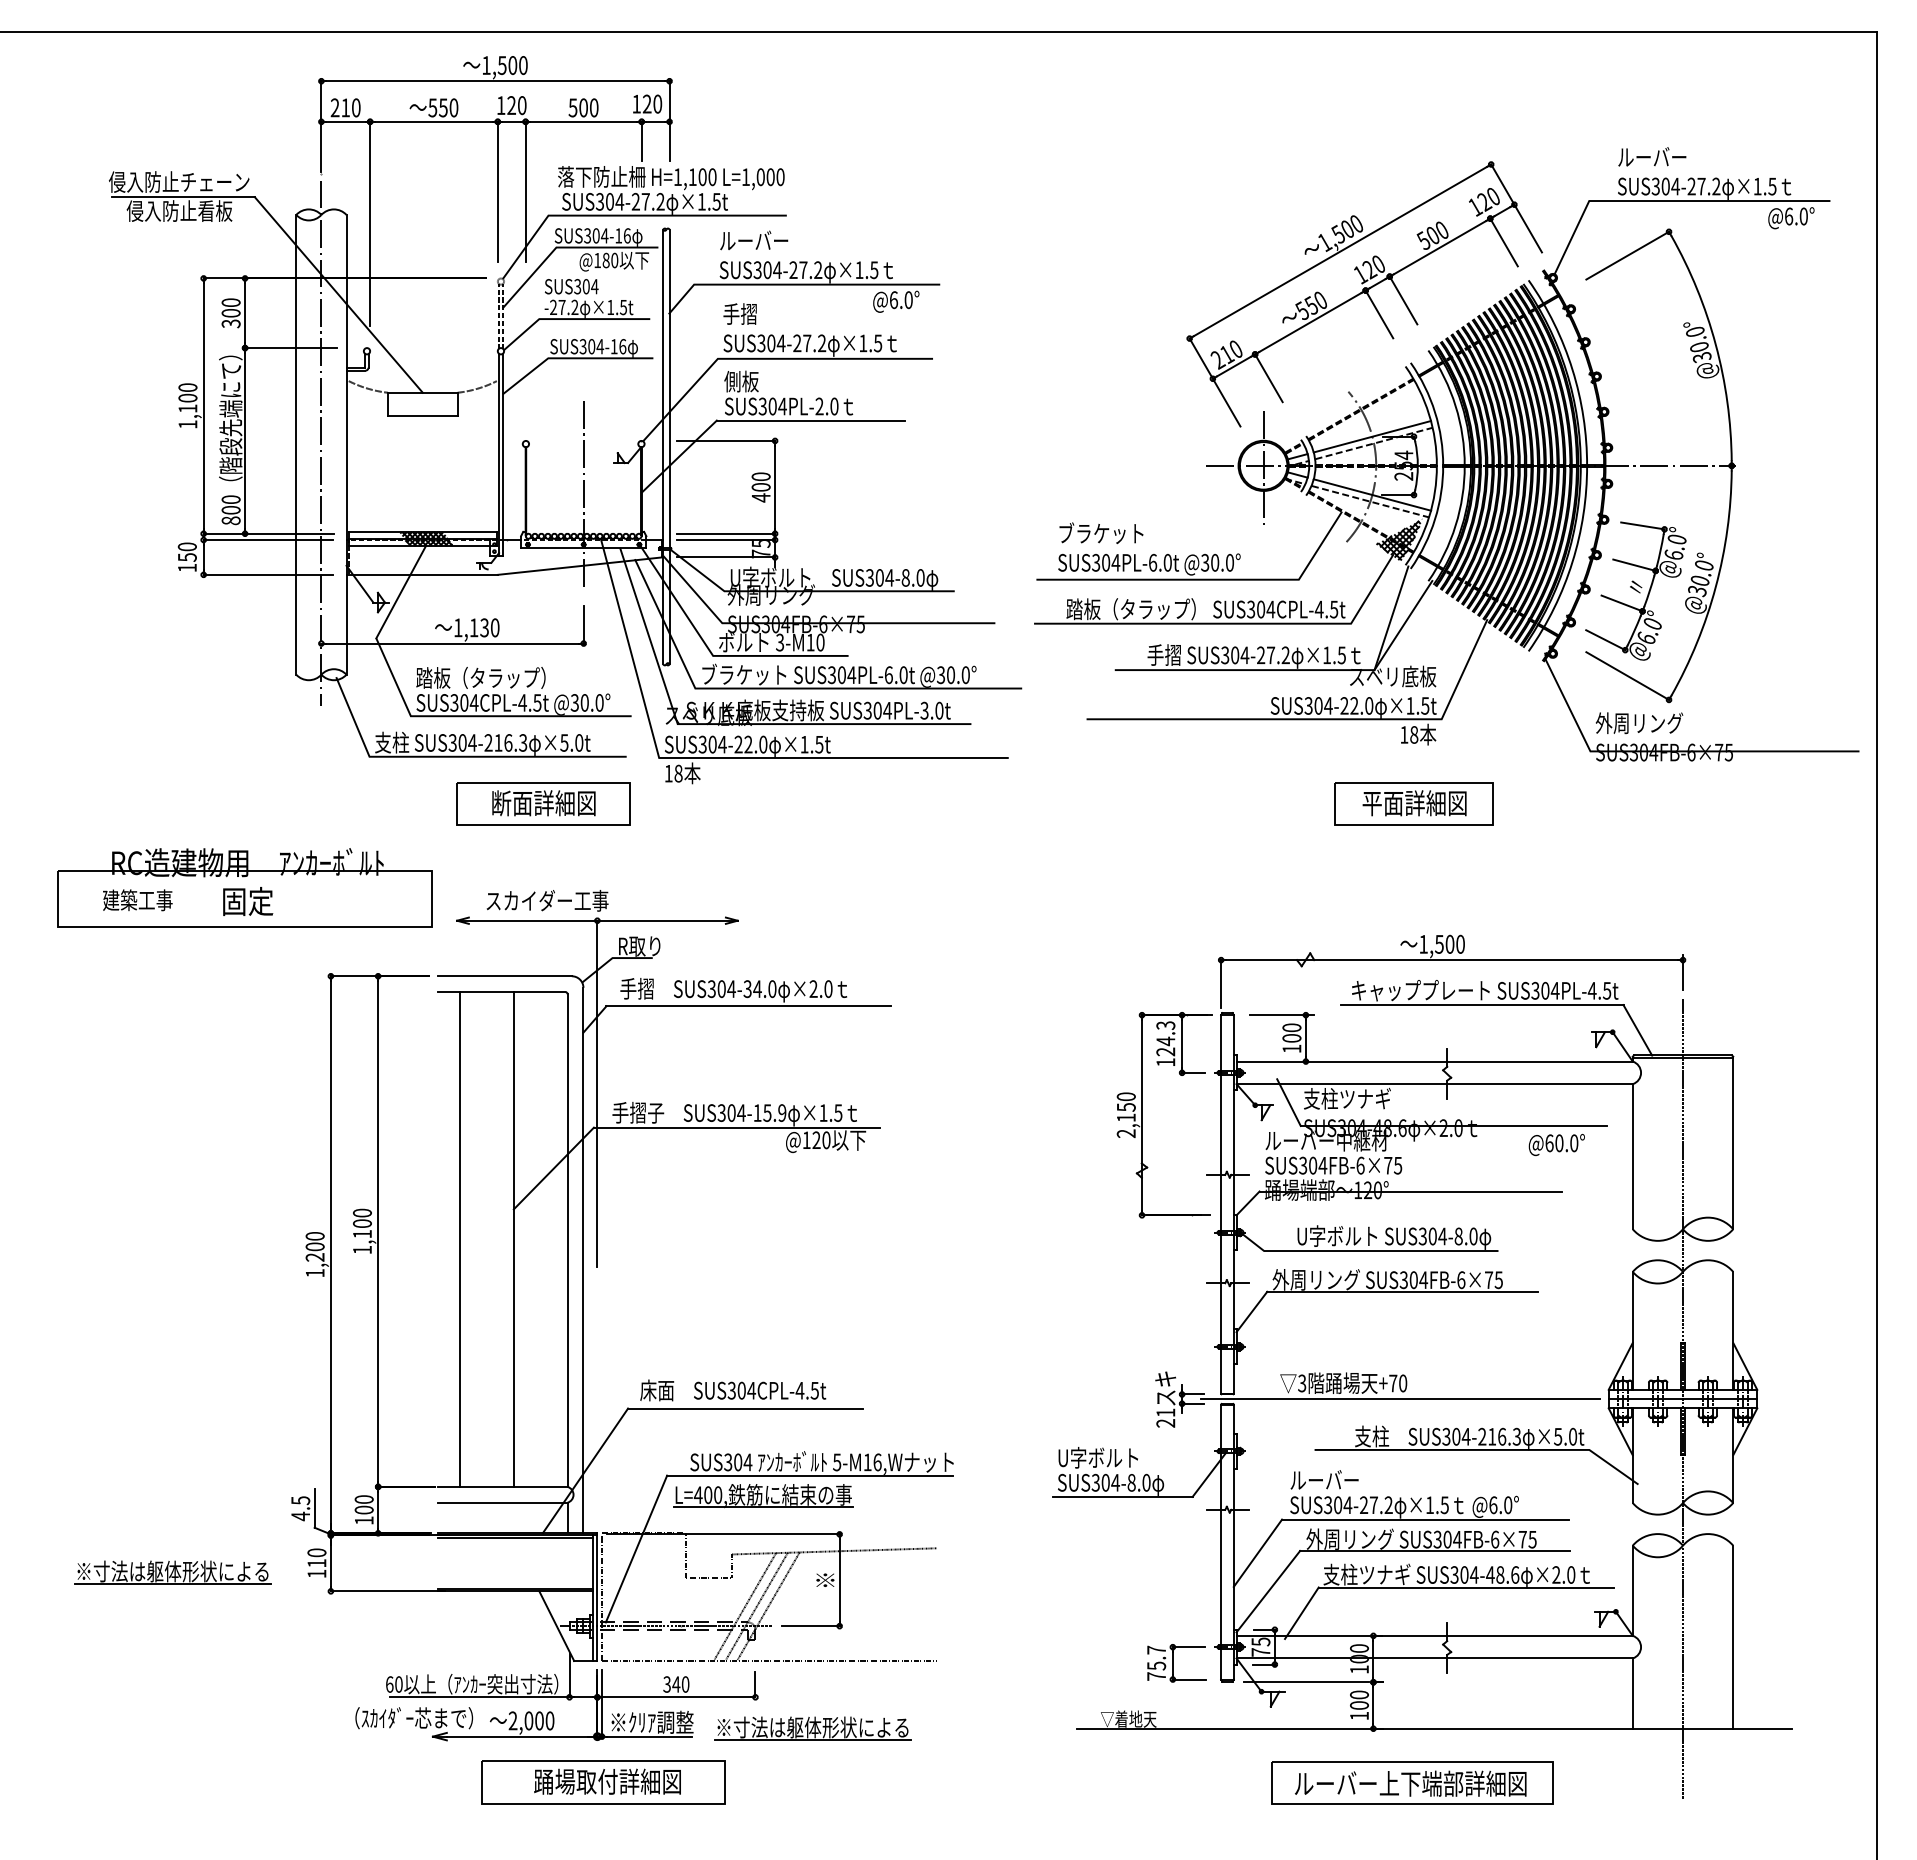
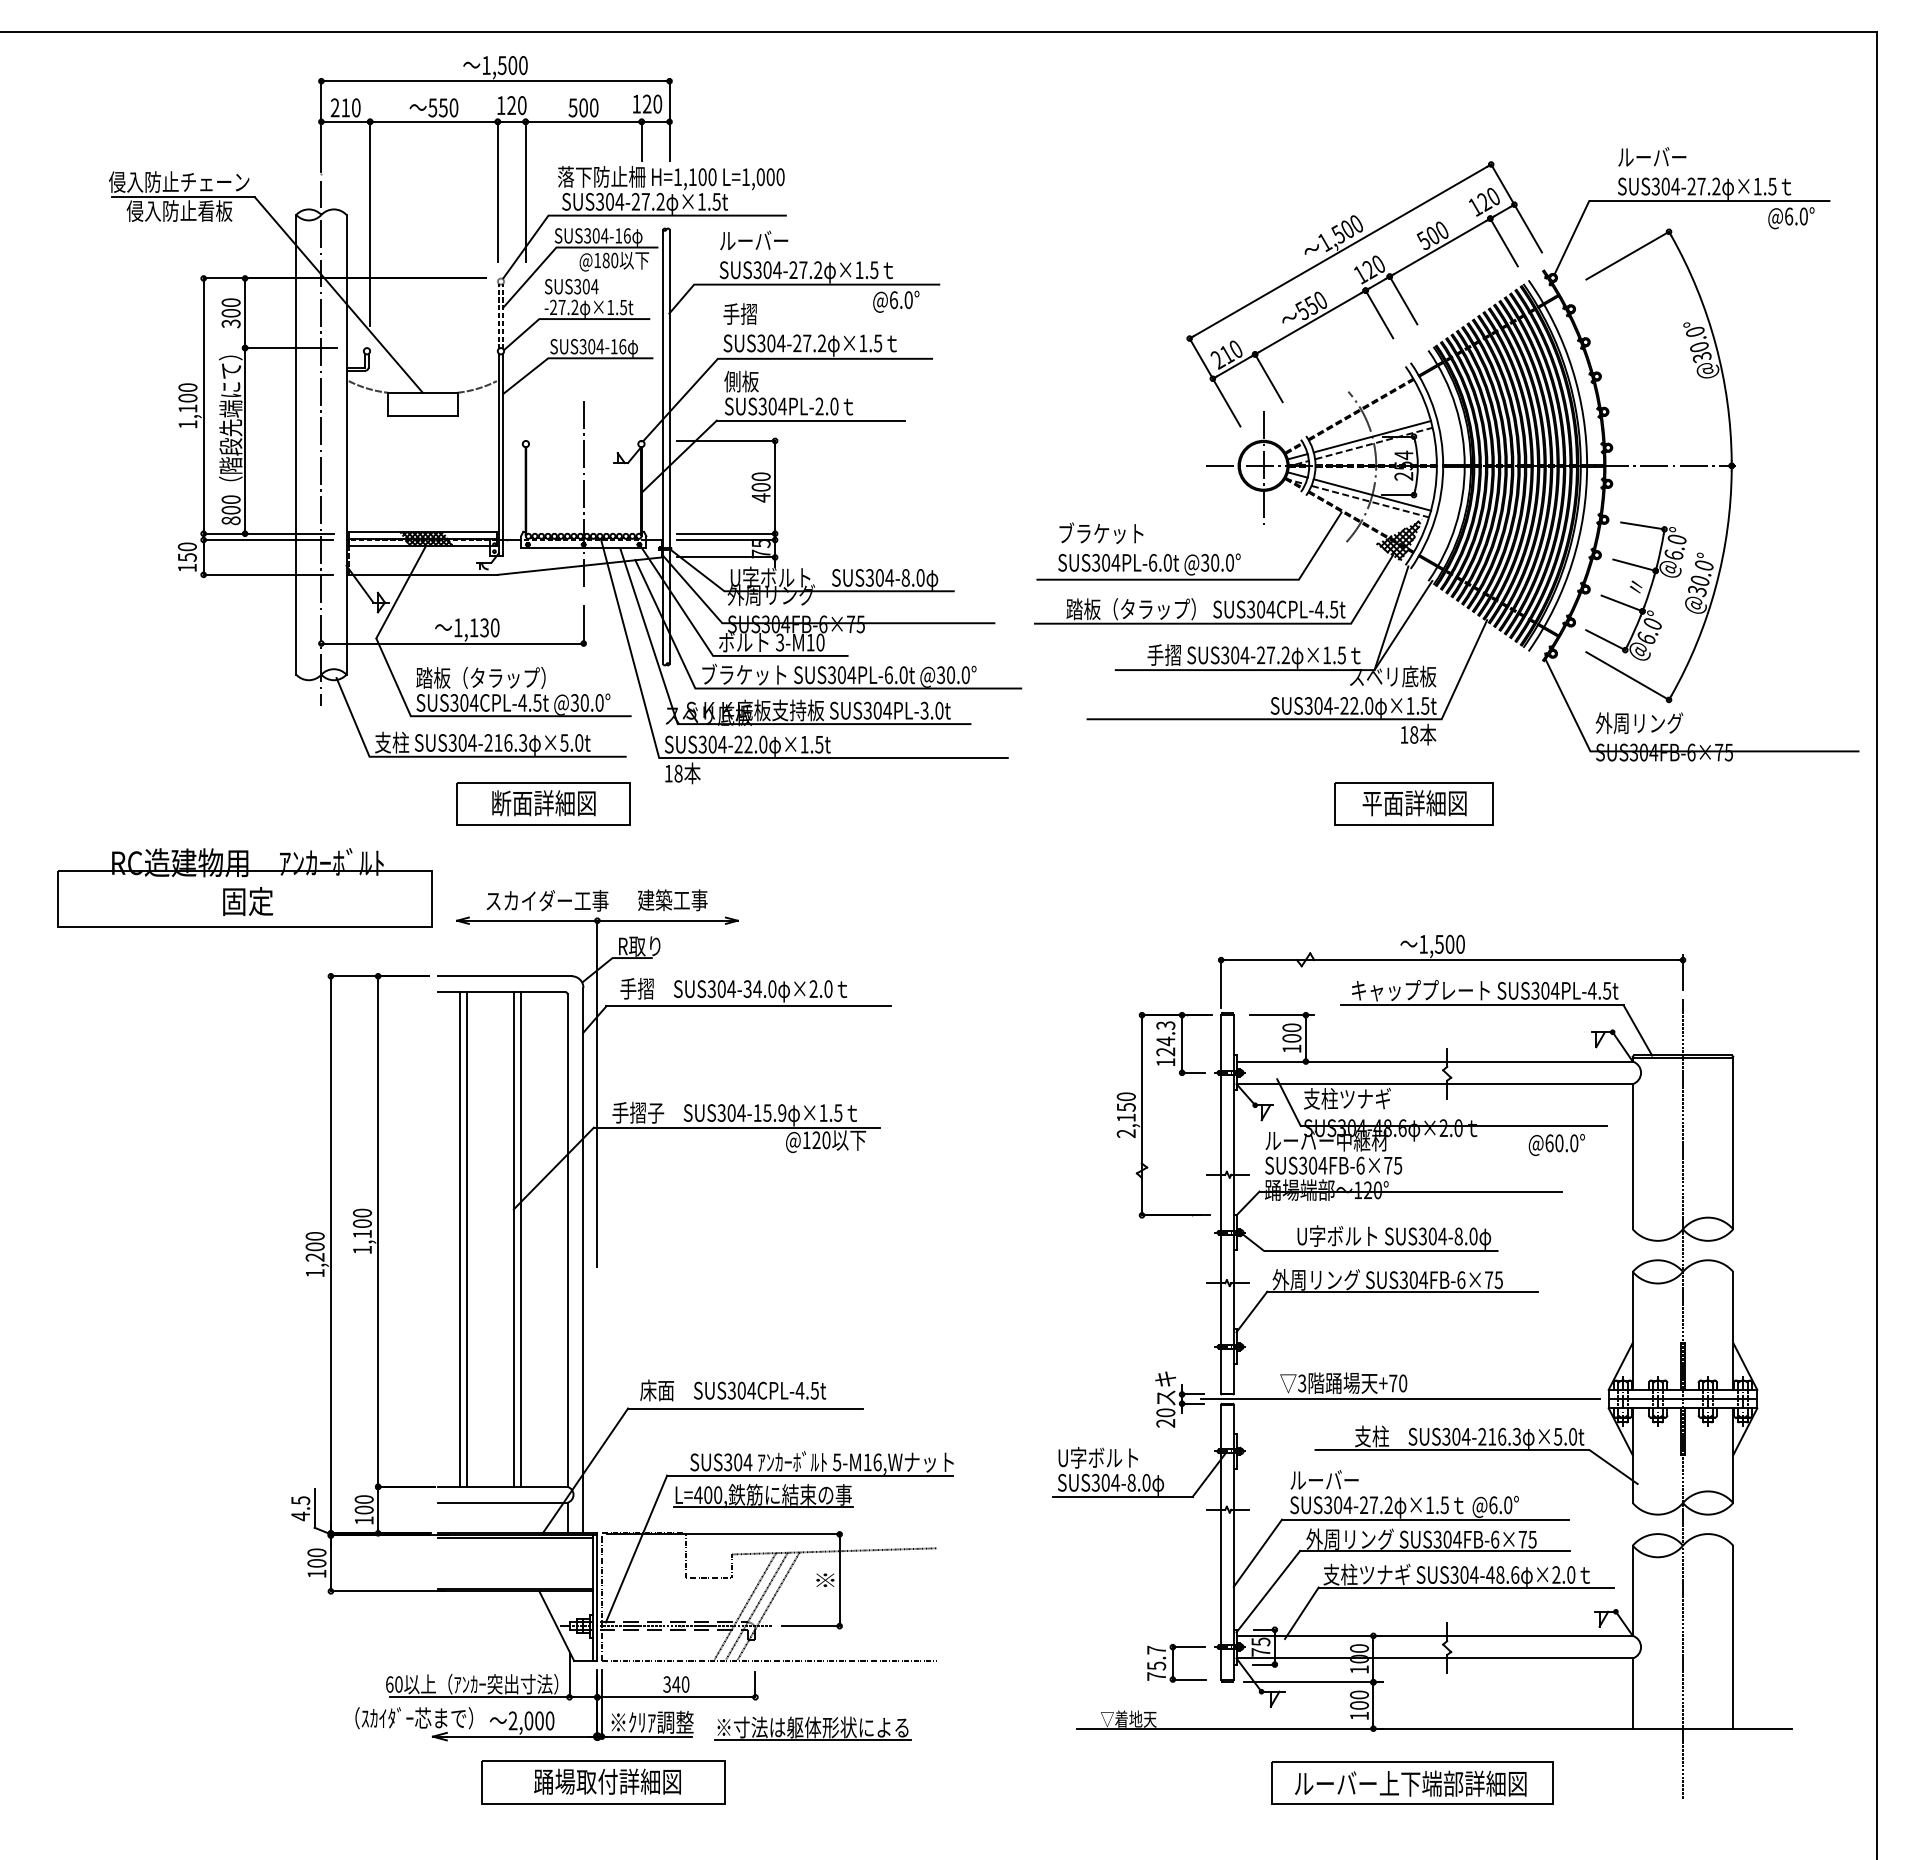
text at (137, 900) position: (137, 900) -> (672, 900)
line at (467, 1239): none -> present
line at (521, 1239): none -> present
text at (1165, 1412): 21 -> 20
text at (316, 1563): 110 -> 100
part at (172, 1572): present -> none
